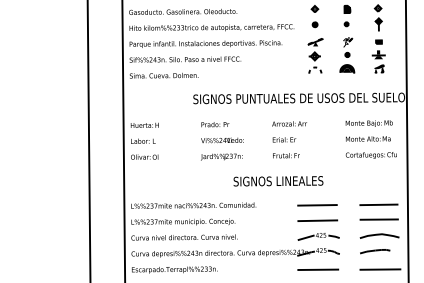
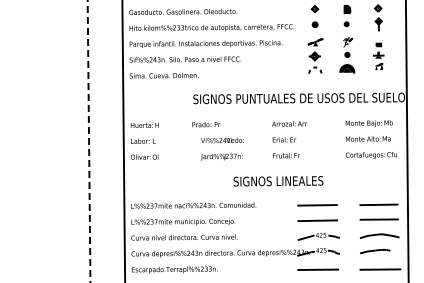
part at (378, 56) size: 15x35 px -> 12x29 px
text at (215, 124) position: (215, 124) -> (206, 124)
line at (89, 141): solid -> dashed
